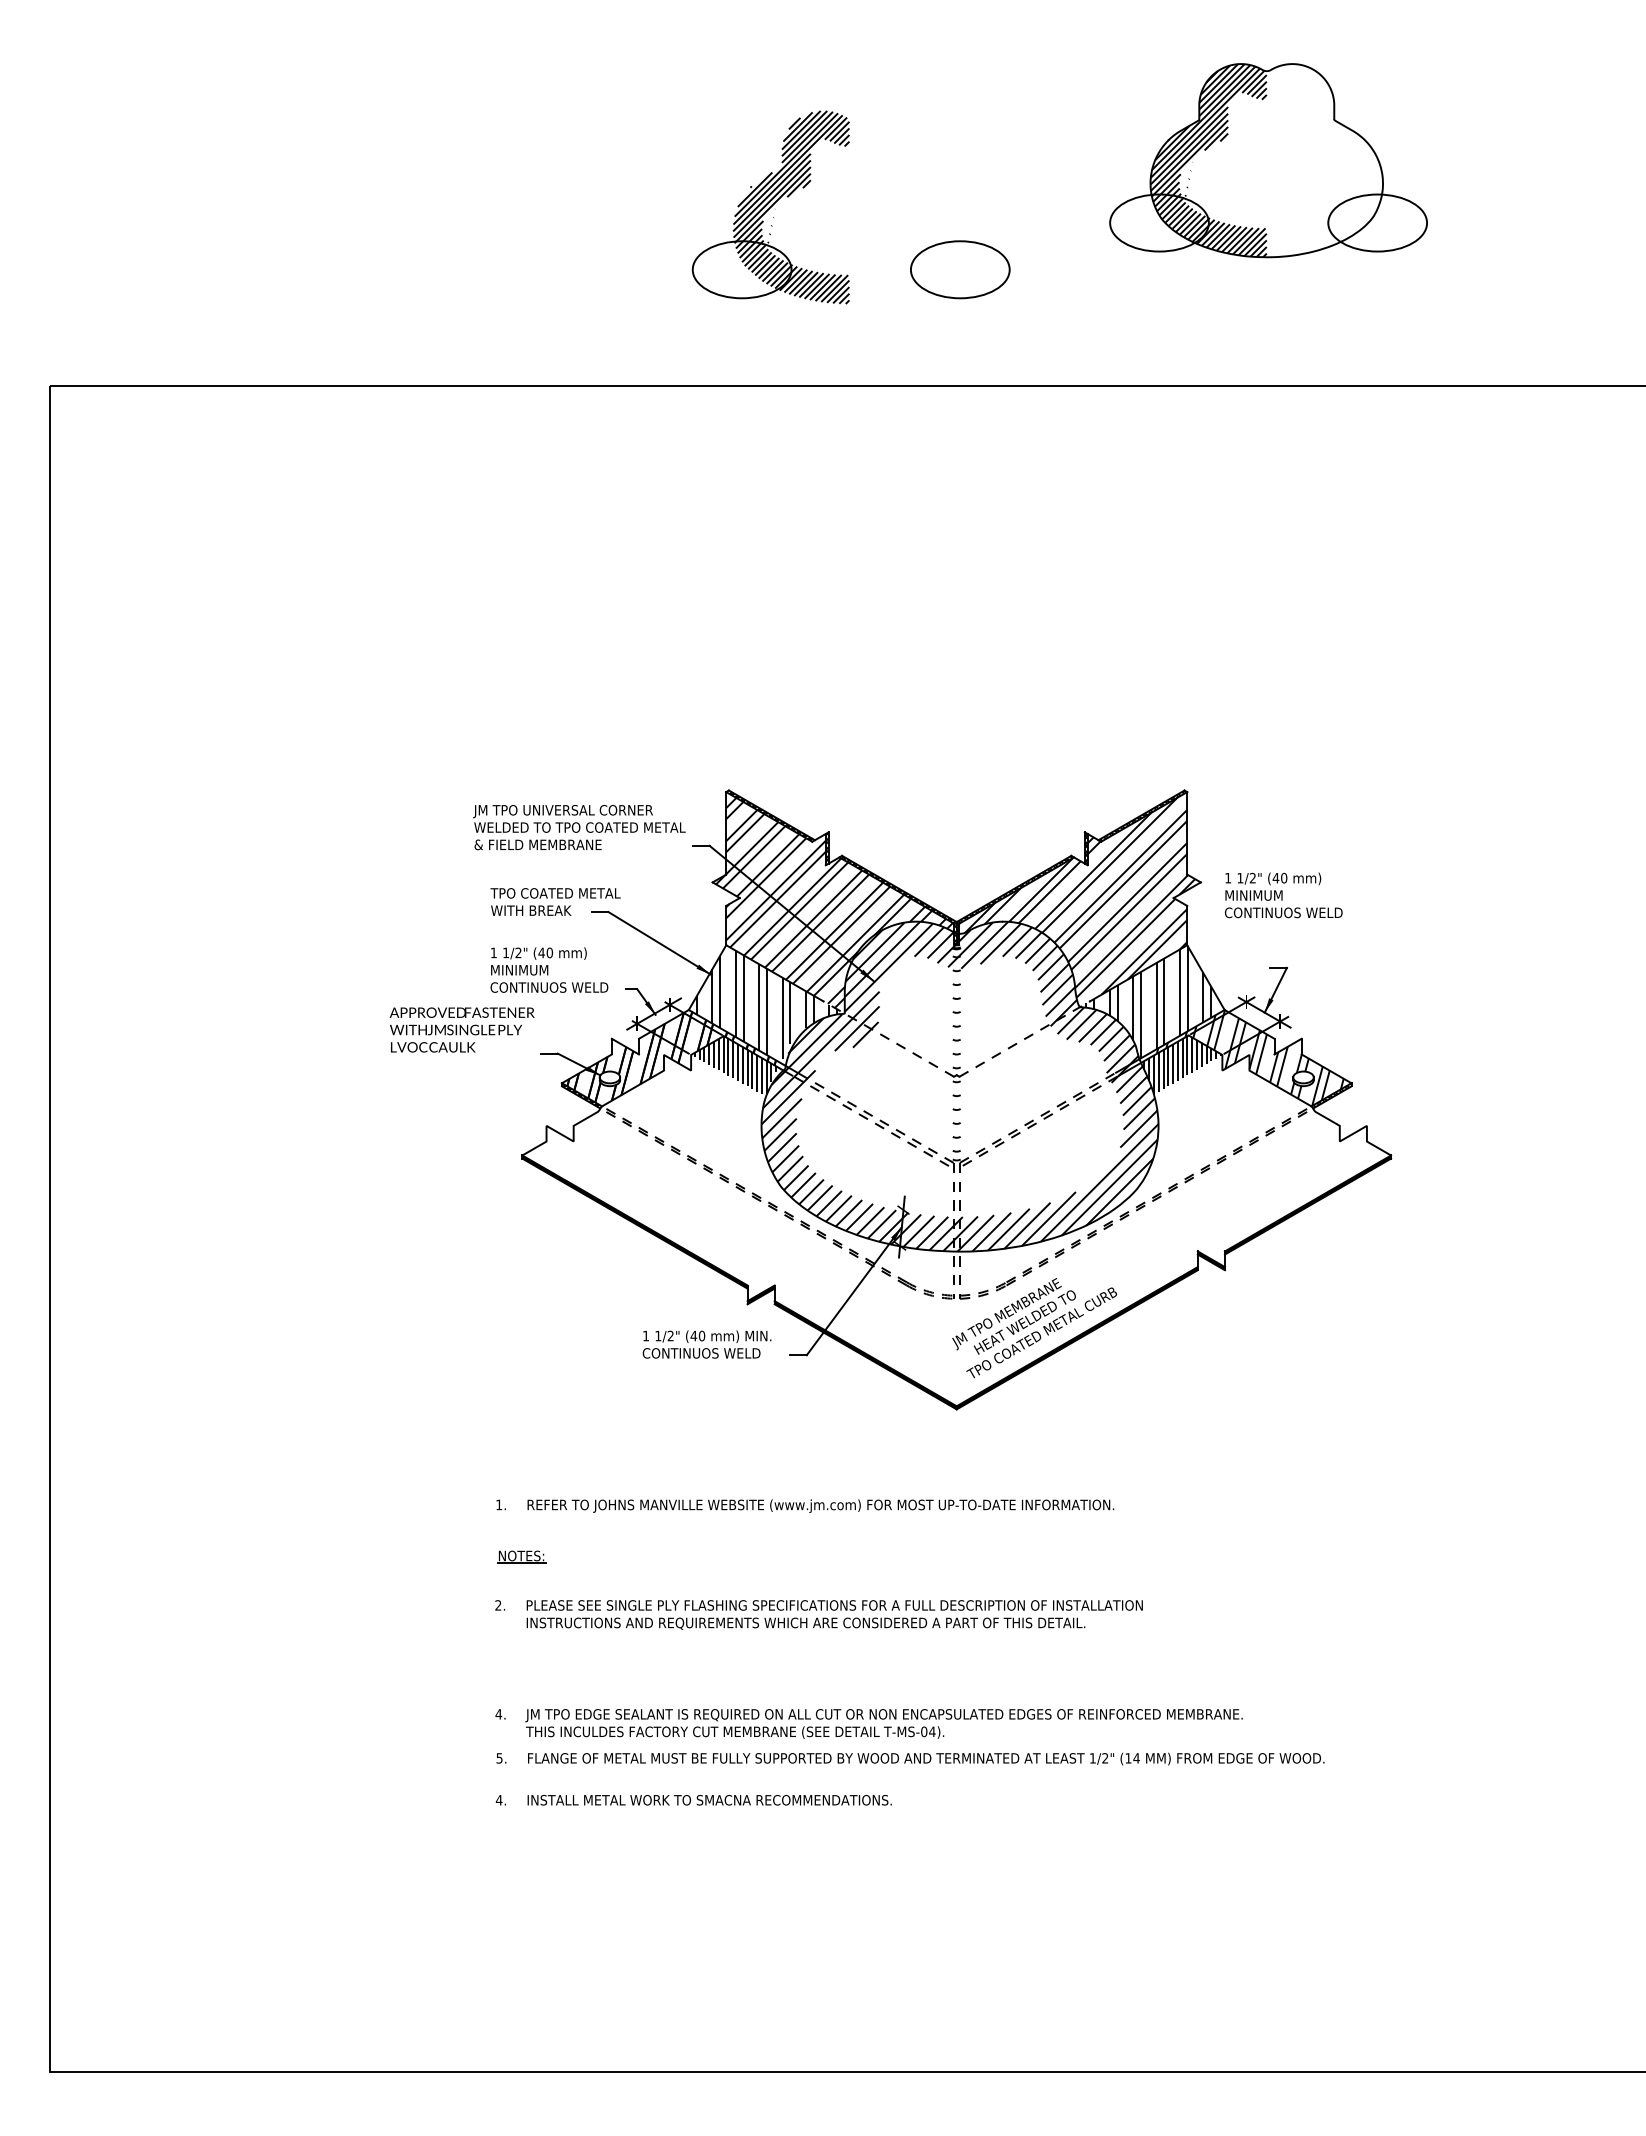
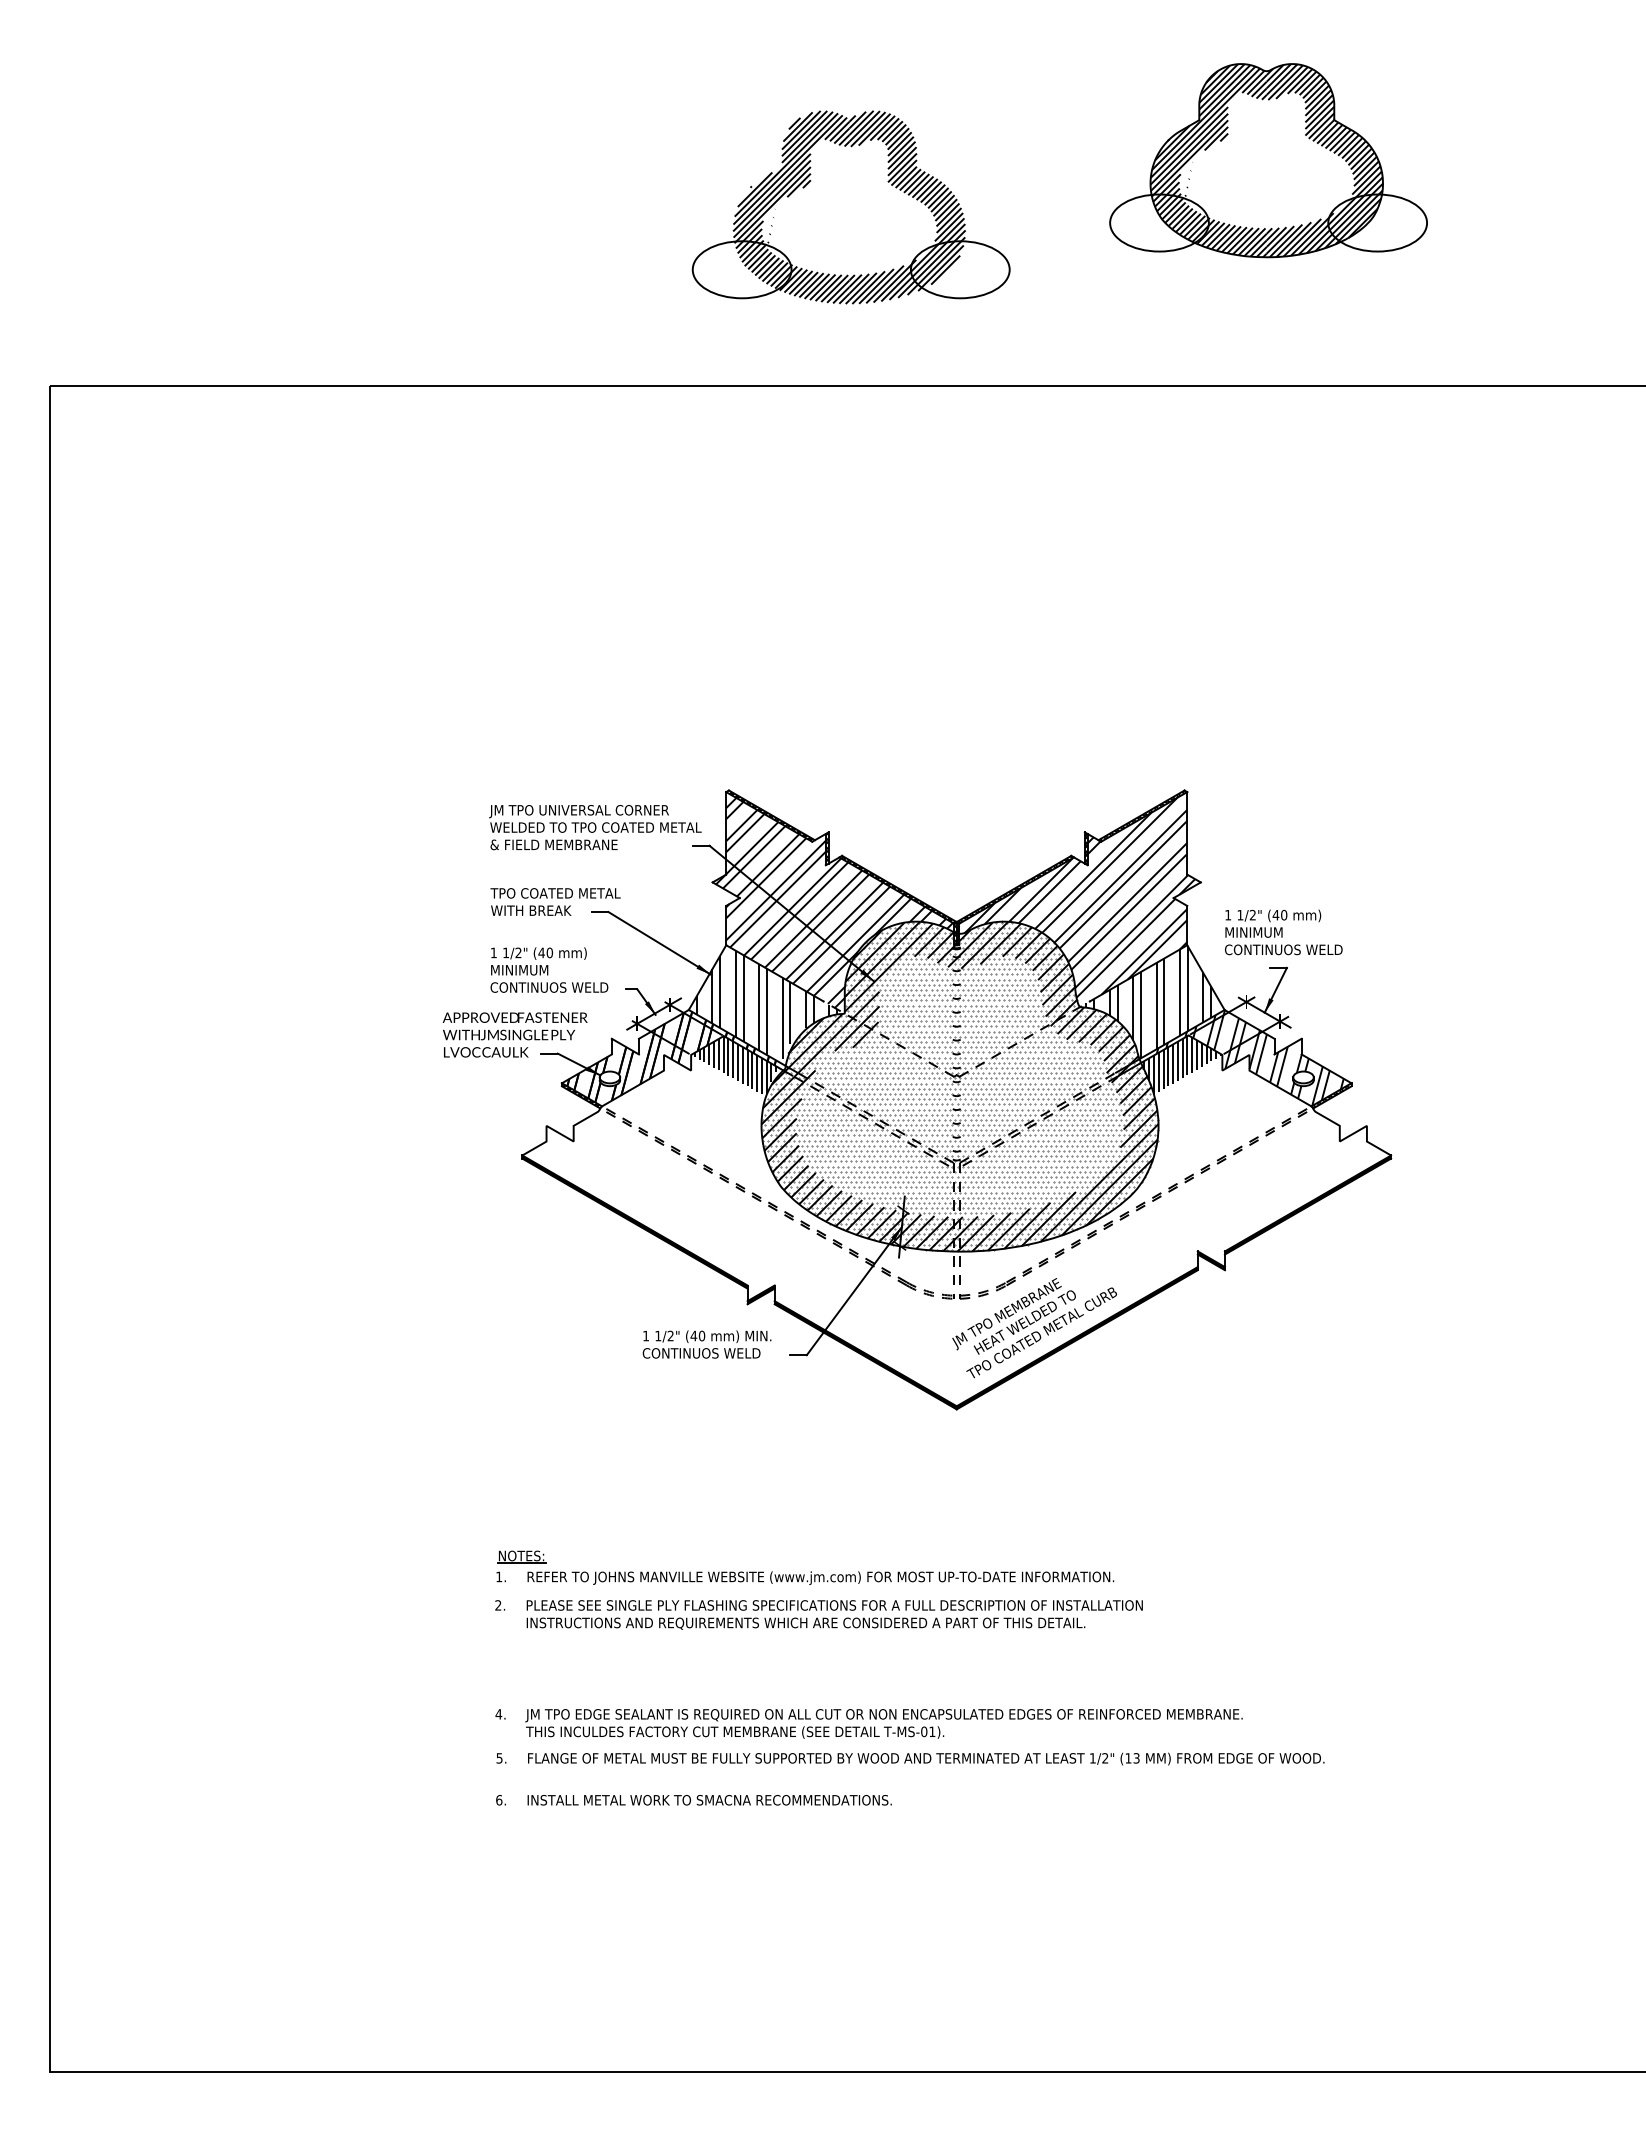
hatch at (1324, 160): none -> present
hatch at (907, 207): none -> present
text at (579, 827) position: (579, 827) -> (595, 827)
text at (1283, 895) position: (1283, 895) -> (1283, 932)
text at (461, 1029) position: (461, 1029) -> (514, 1034)
hatch at (959, 1085): none -> present
text at (805, 1505) position: (805, 1505) -> (805, 1577)
text at (932, 1731): T-MS-04). -> T-MS-01).
text at (1136, 1758): (14 -> (13
text at (498, 1800): 4.^IINSTALL -> 6.^IINSTALL
